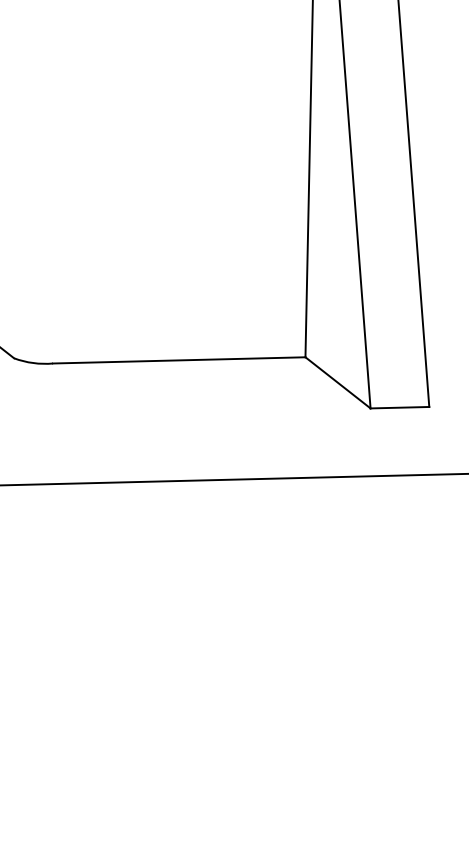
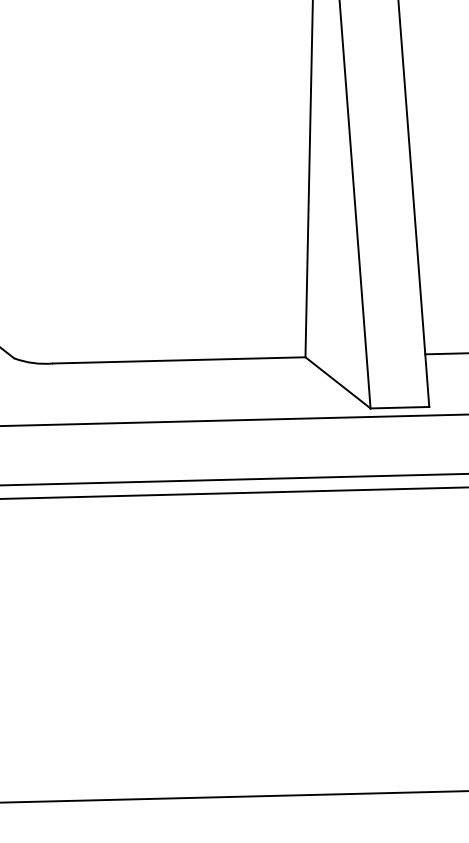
line at (445, 353): none -> present
line at (233, 420): none -> present
line at (233, 492): none -> present
line at (233, 796): none -> present
